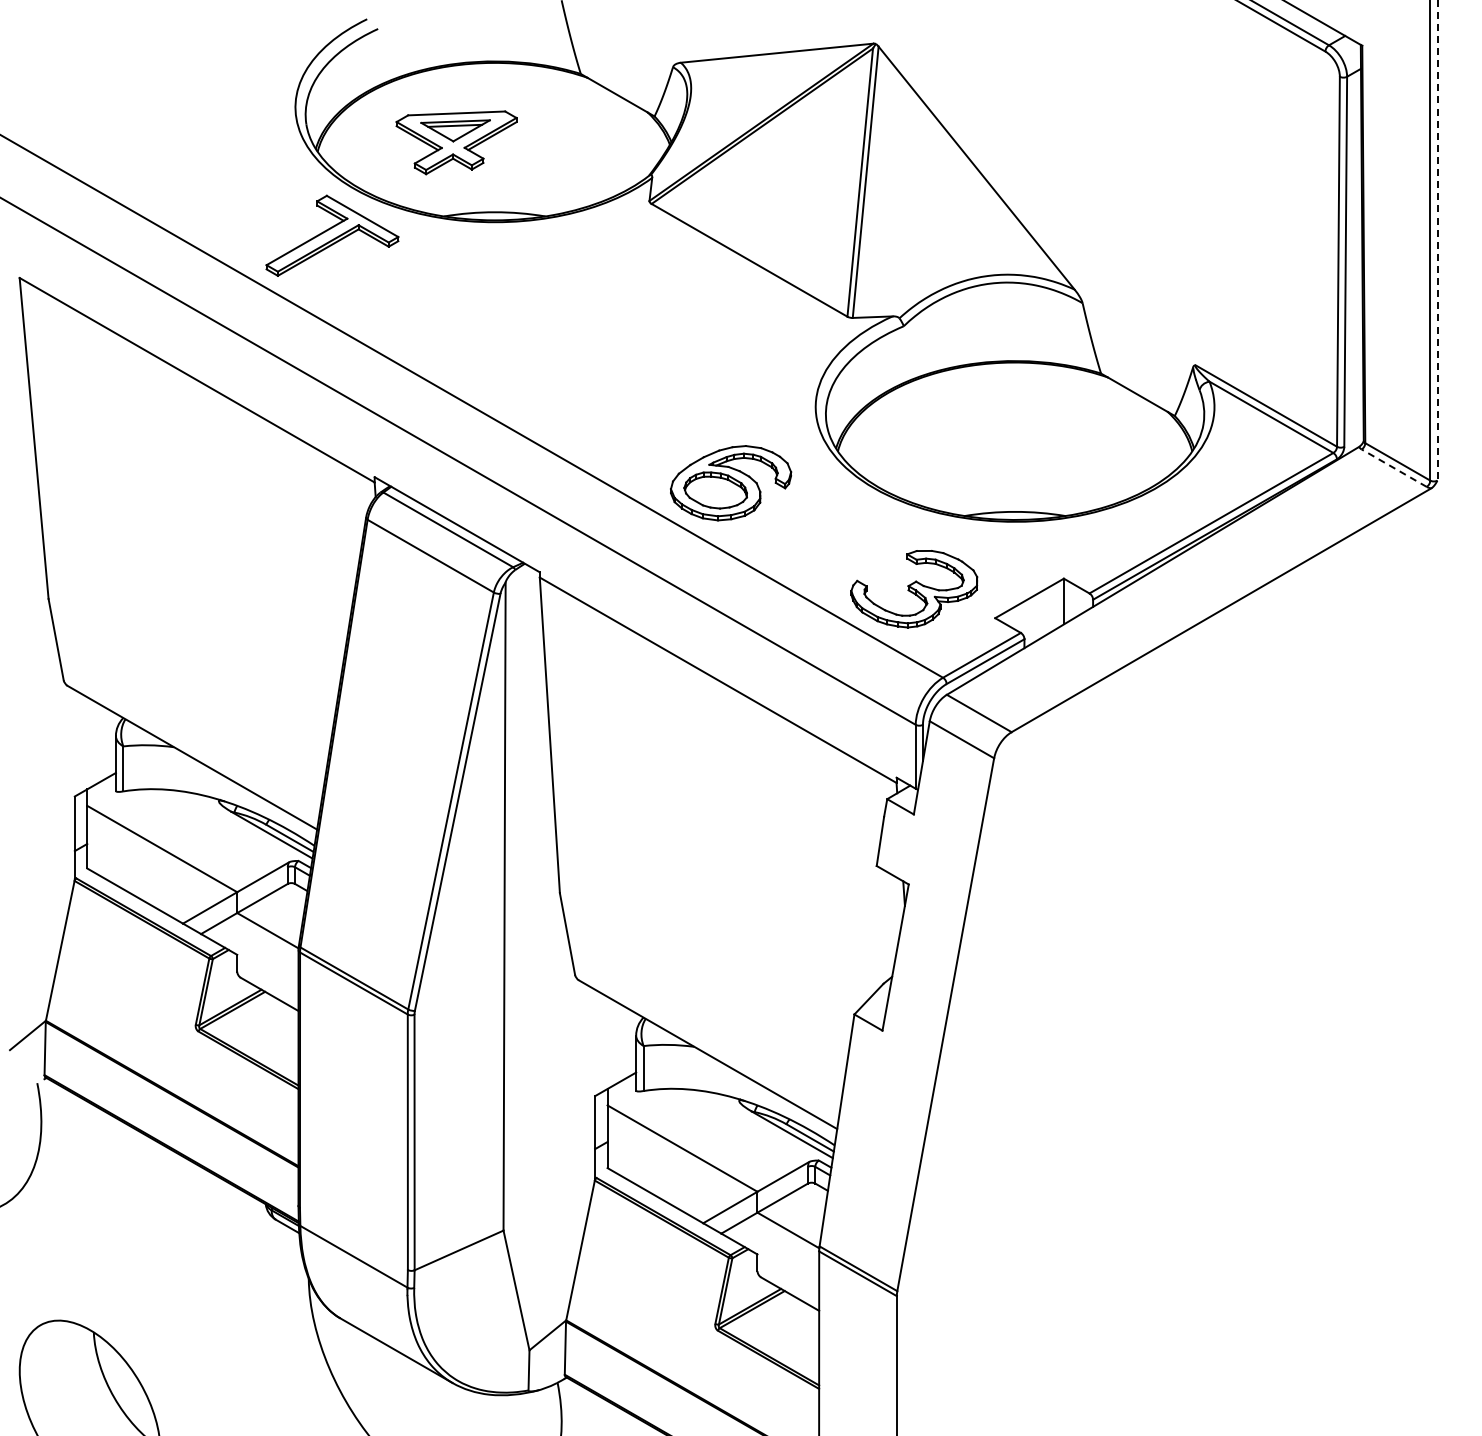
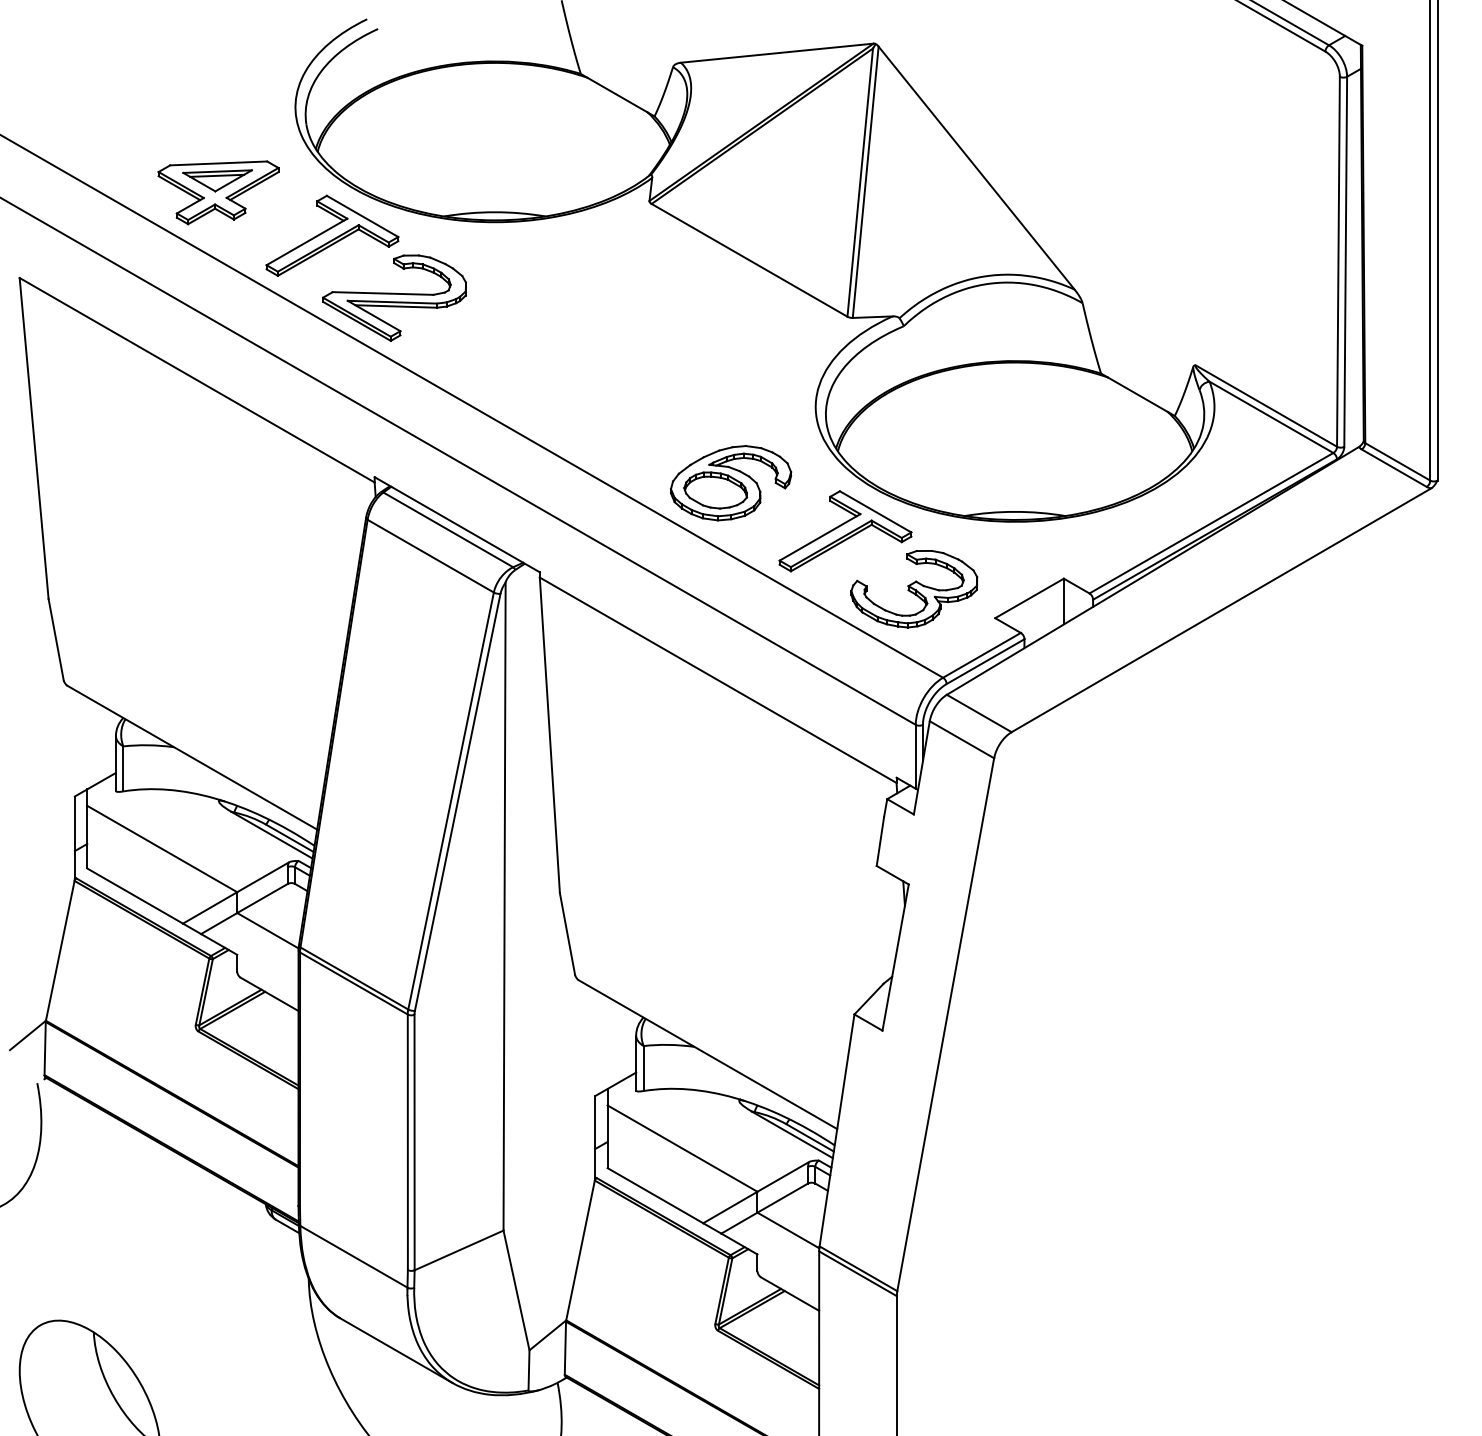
part at (456, 142) position: (456, 142) -> (218, 192)
line at (1437, 240): dashed -> solid
part at (394, 297): none -> present
line at (1394, 468): dashed -> solid
part at (845, 531): none -> present
